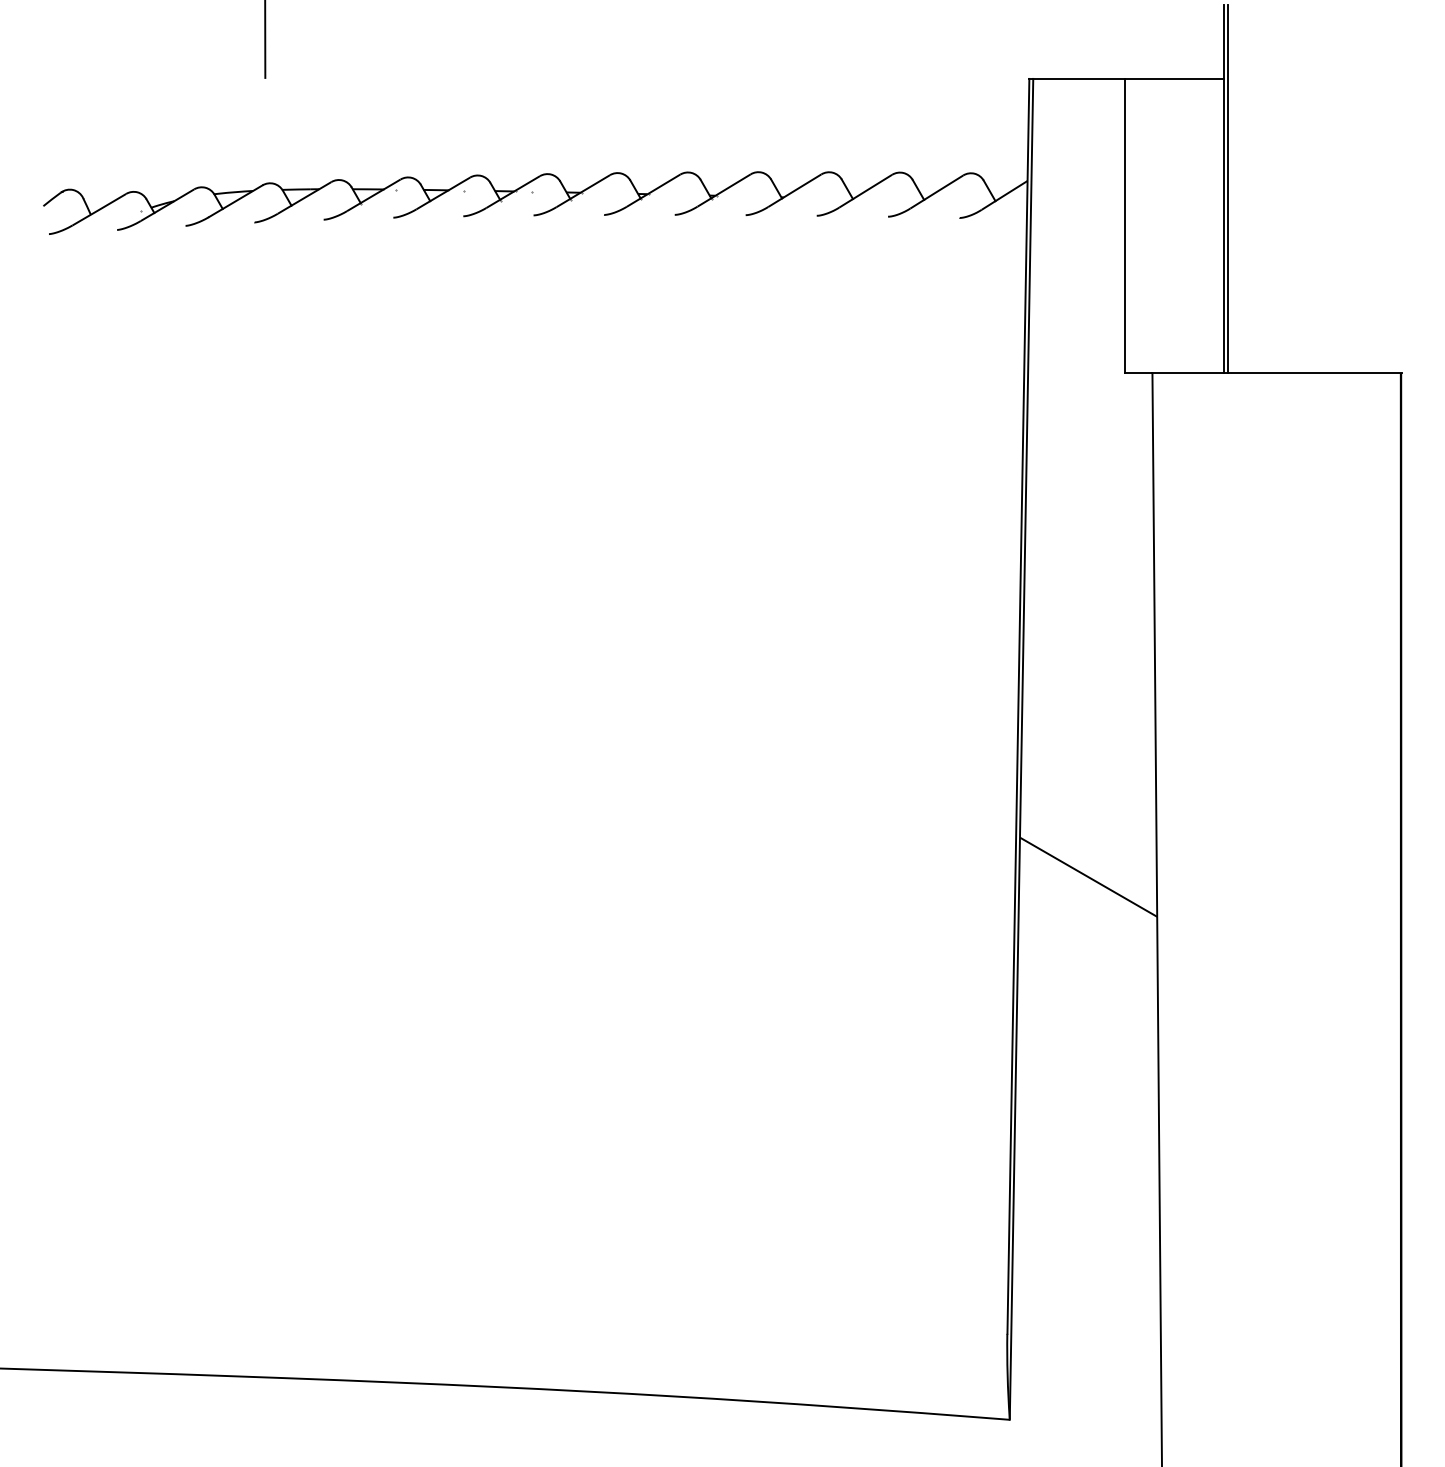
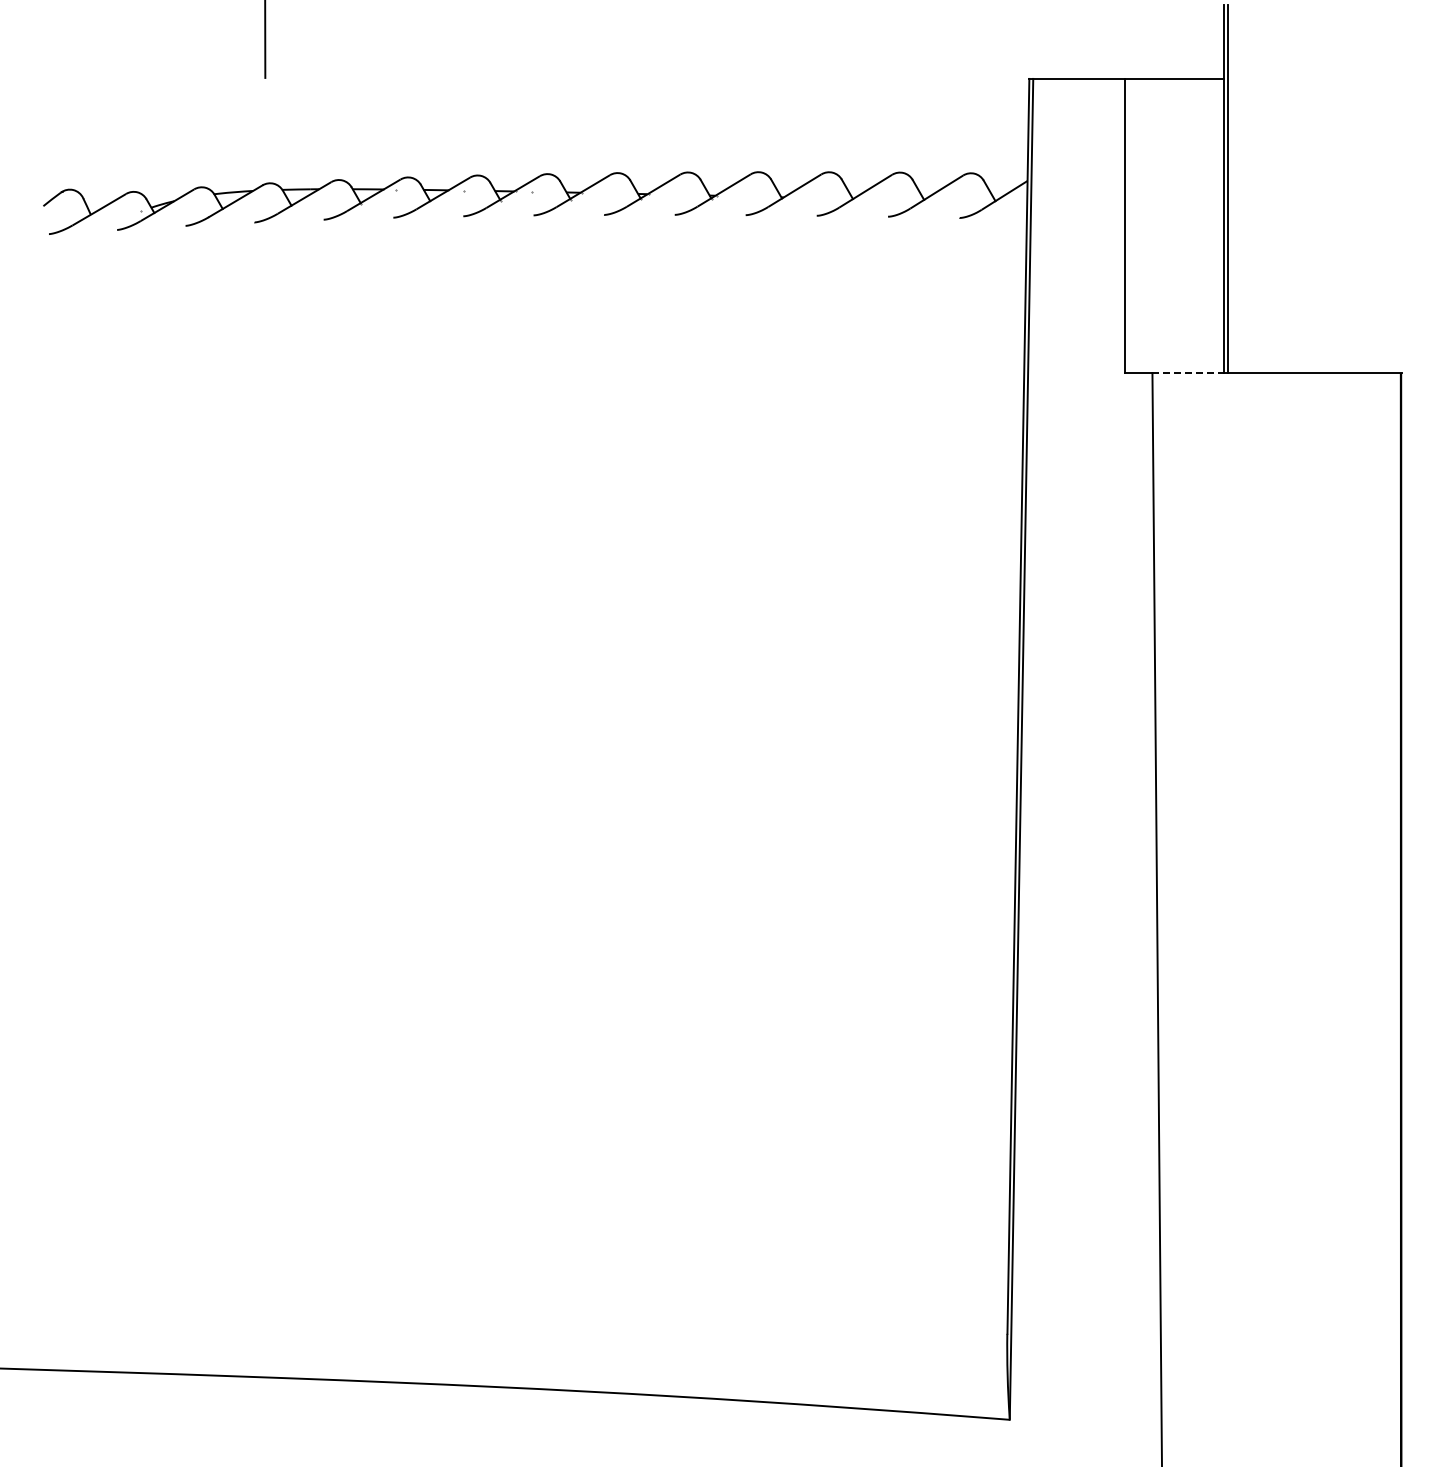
line at (1188, 373): solid -> dashed
hatch at (1088, 876): present -> none
